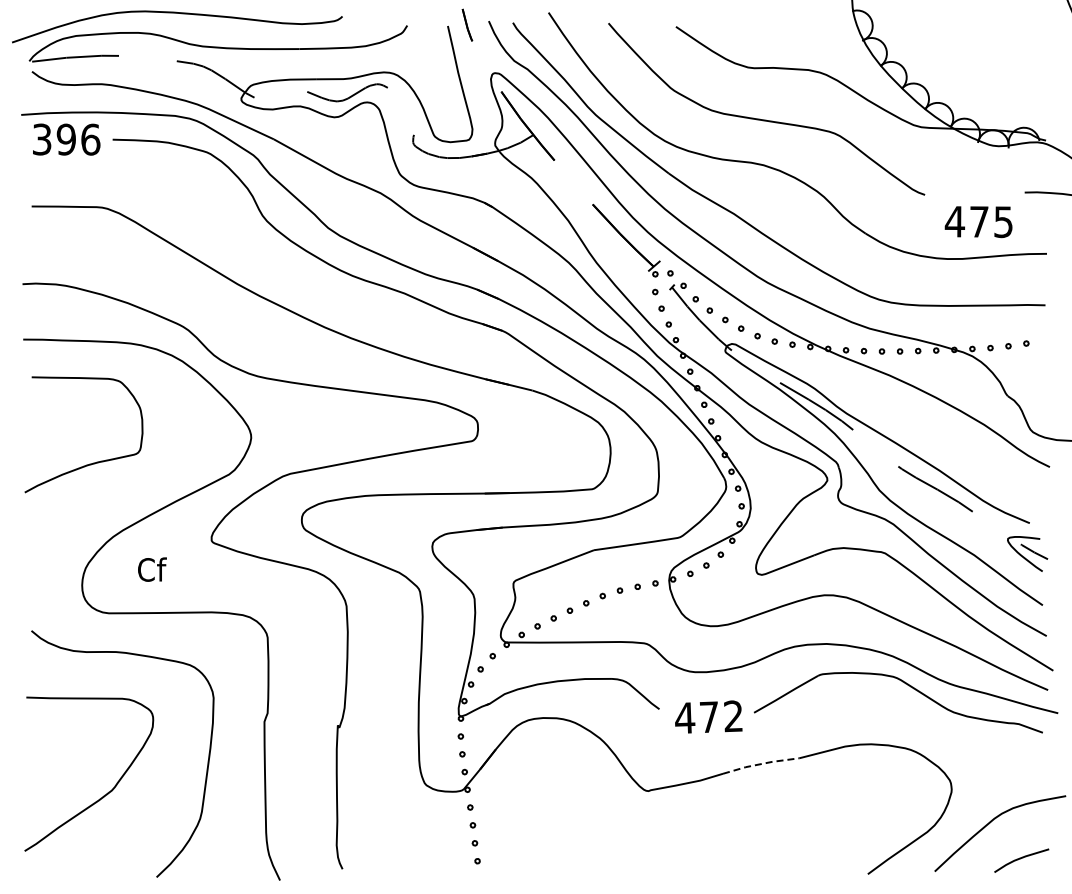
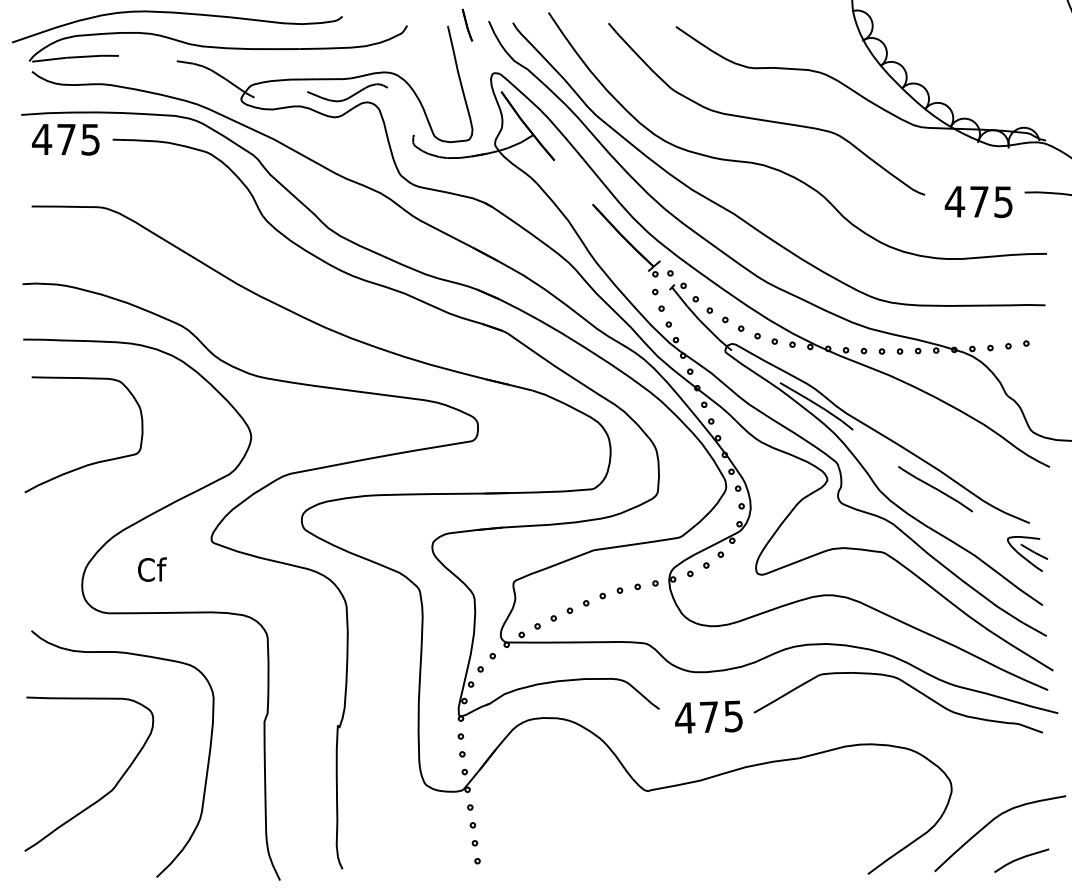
text at (66, 139): 396 -> 475
text at (978, 222) position: (978, 222) -> (978, 202)
text at (733, 716): 472 -> 475
line at (761, 764): dashed -> solid
